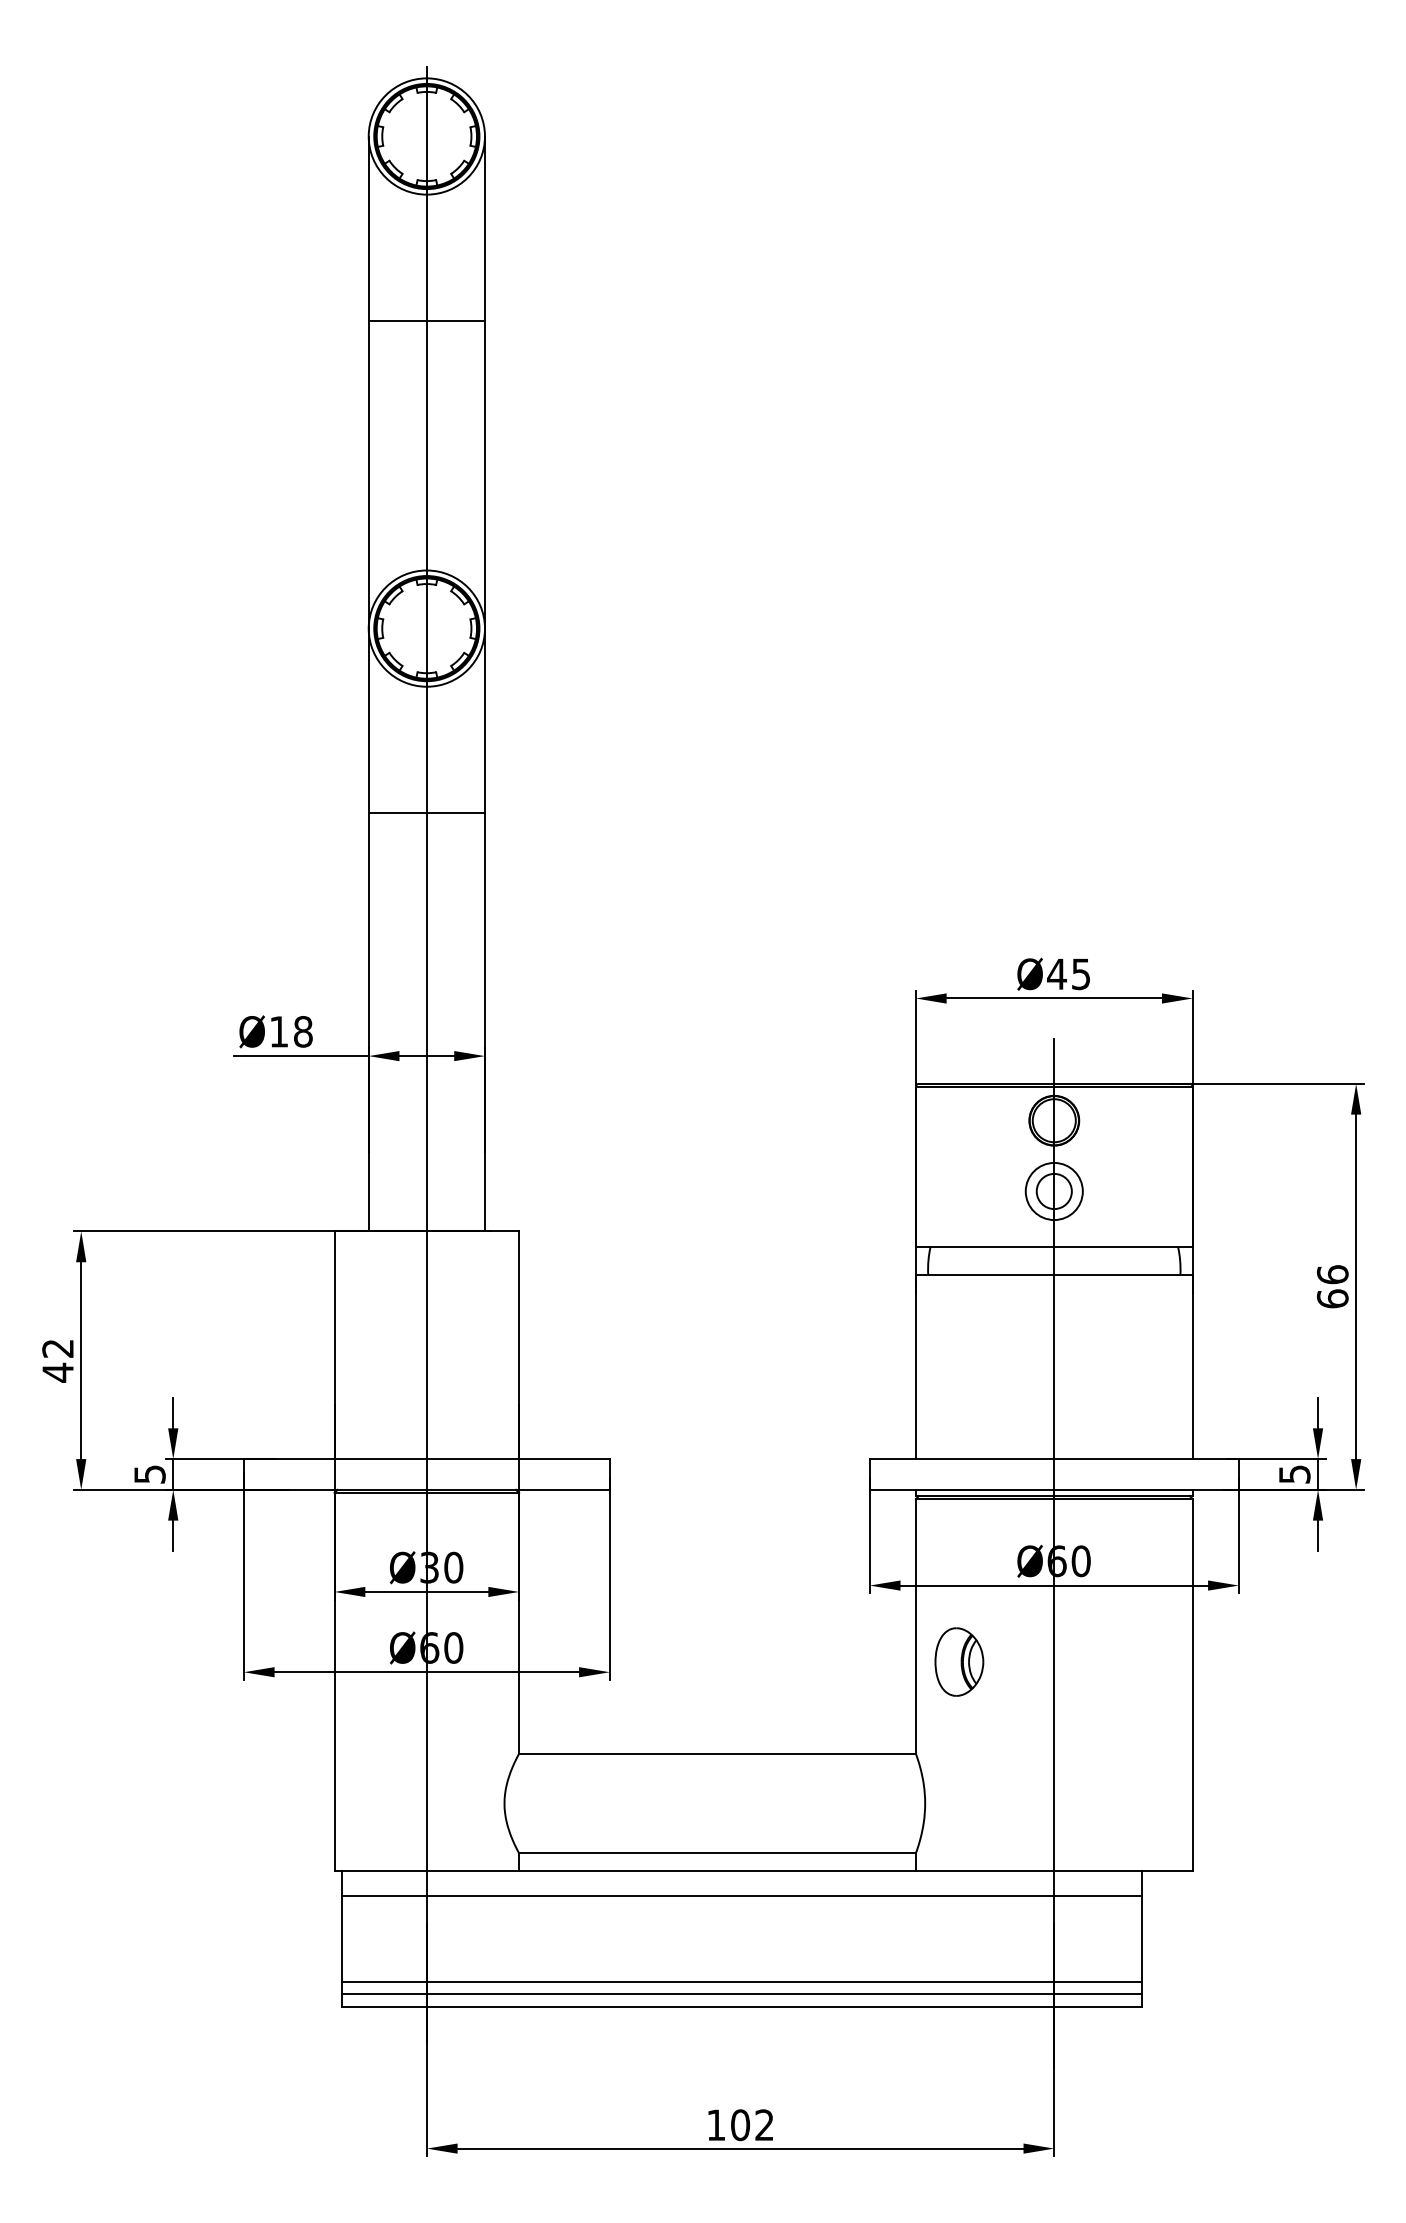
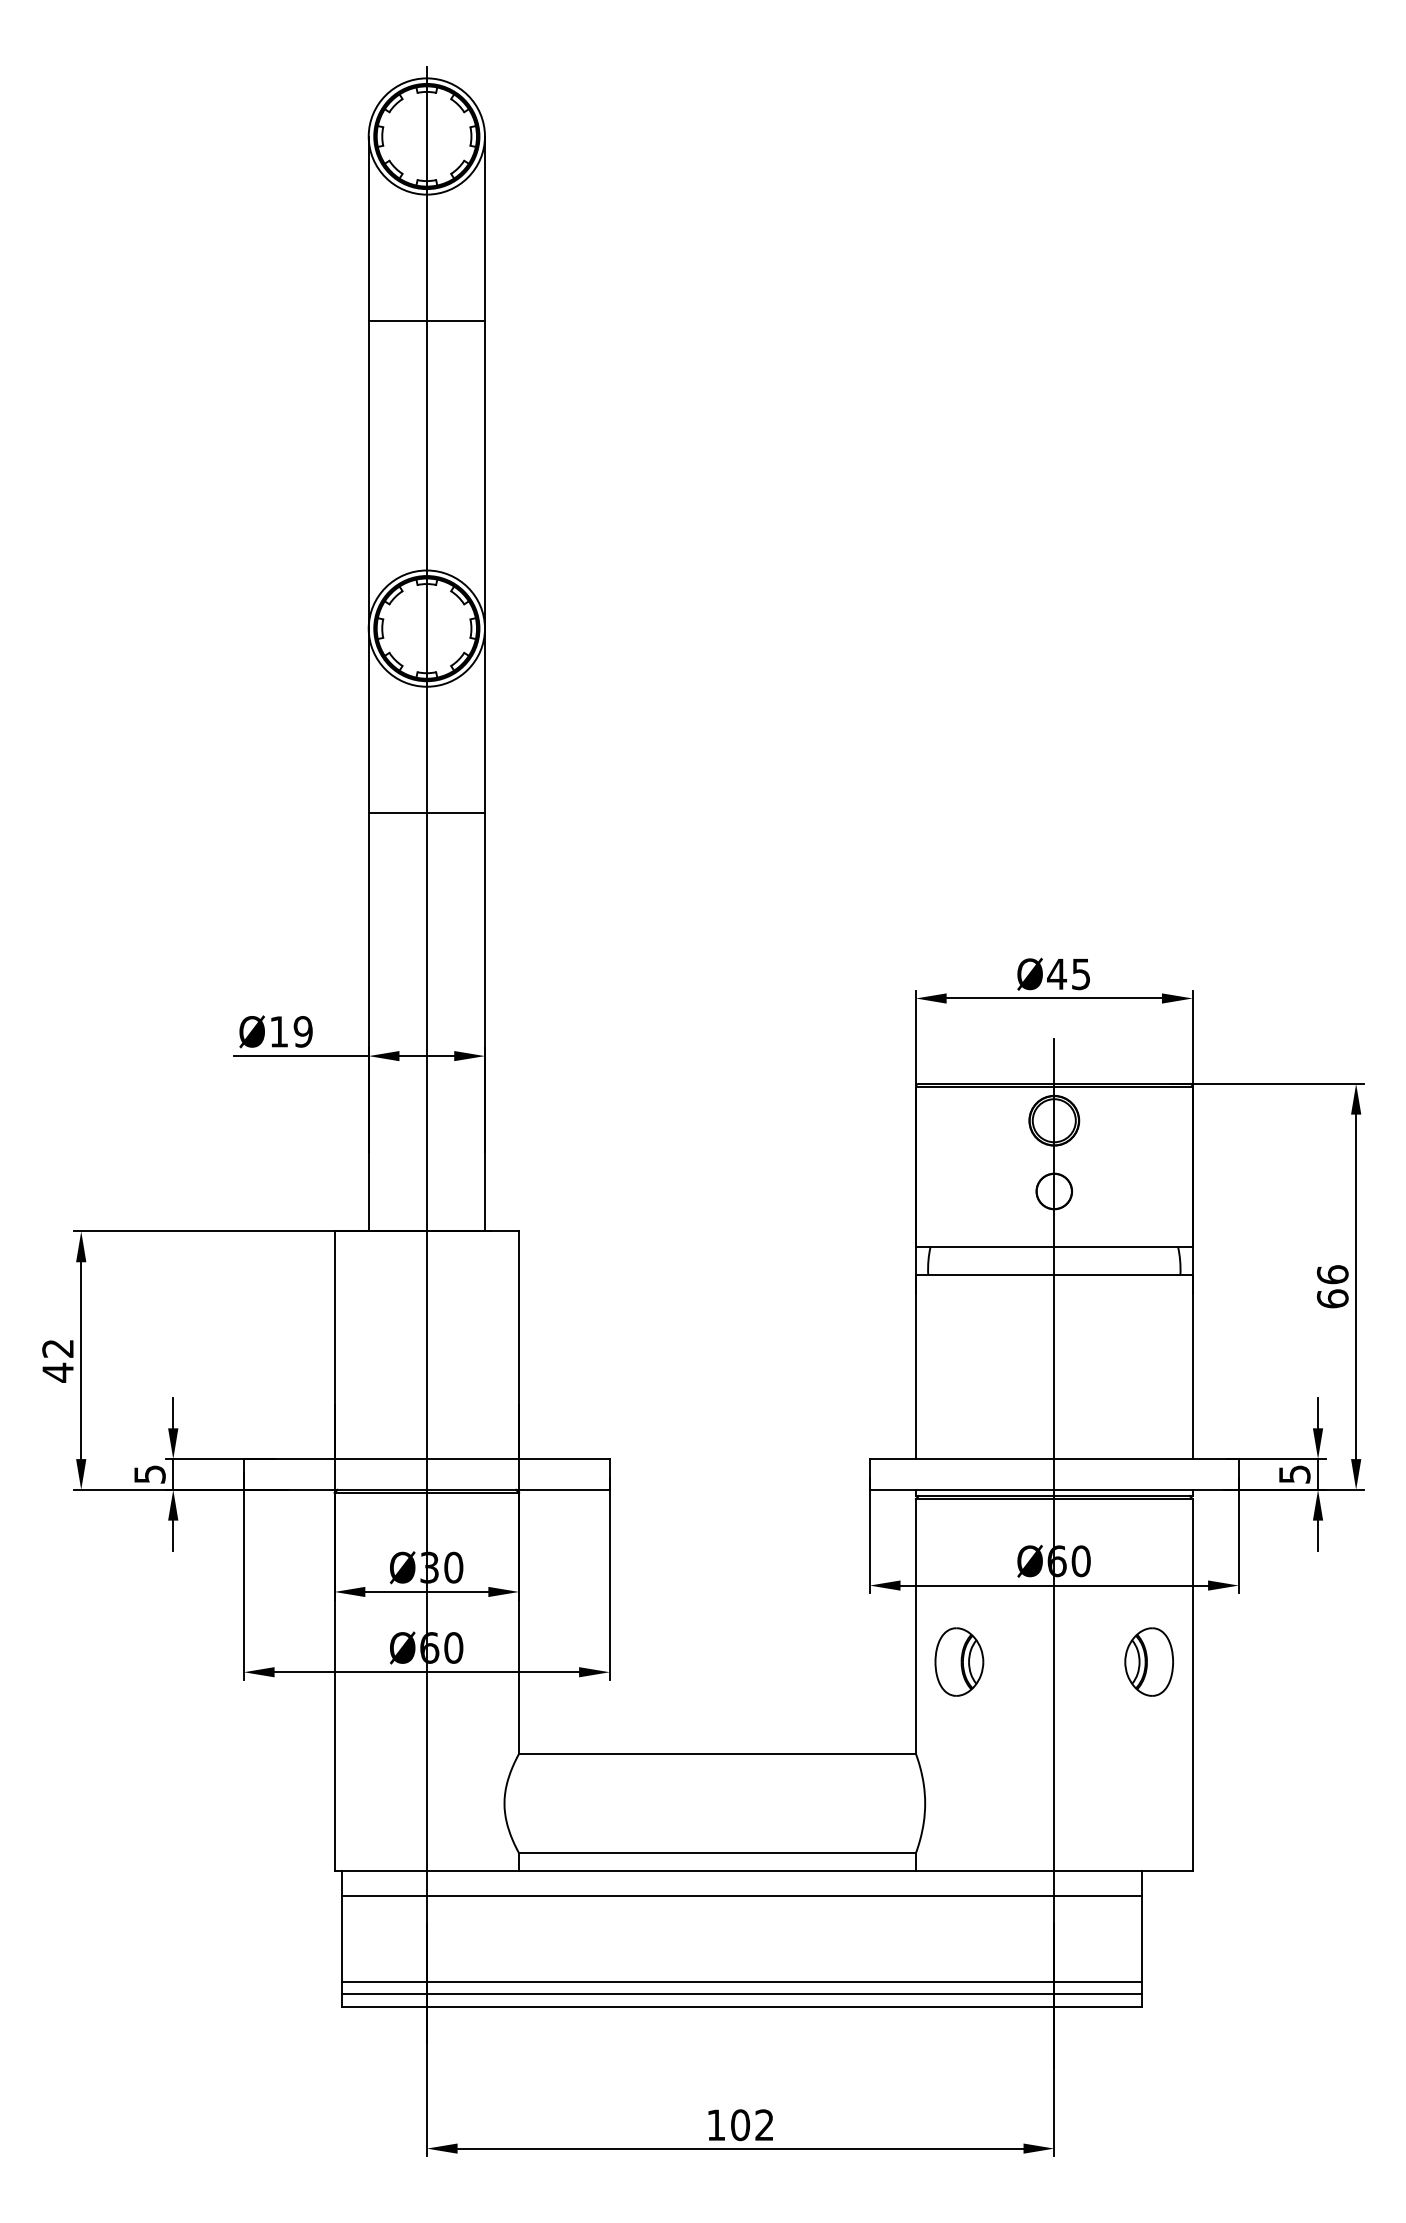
text at (302, 1031): Ø18 -> Ø19
circle at (1053, 1191) diameter: 57 px -> 36 px
part at (1148, 1661): none -> present
